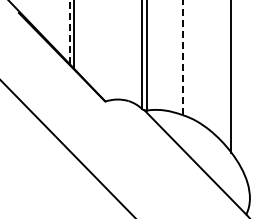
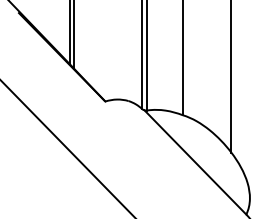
line at (69, 32): dashed -> solid
line at (182, 57): dashed -> solid
